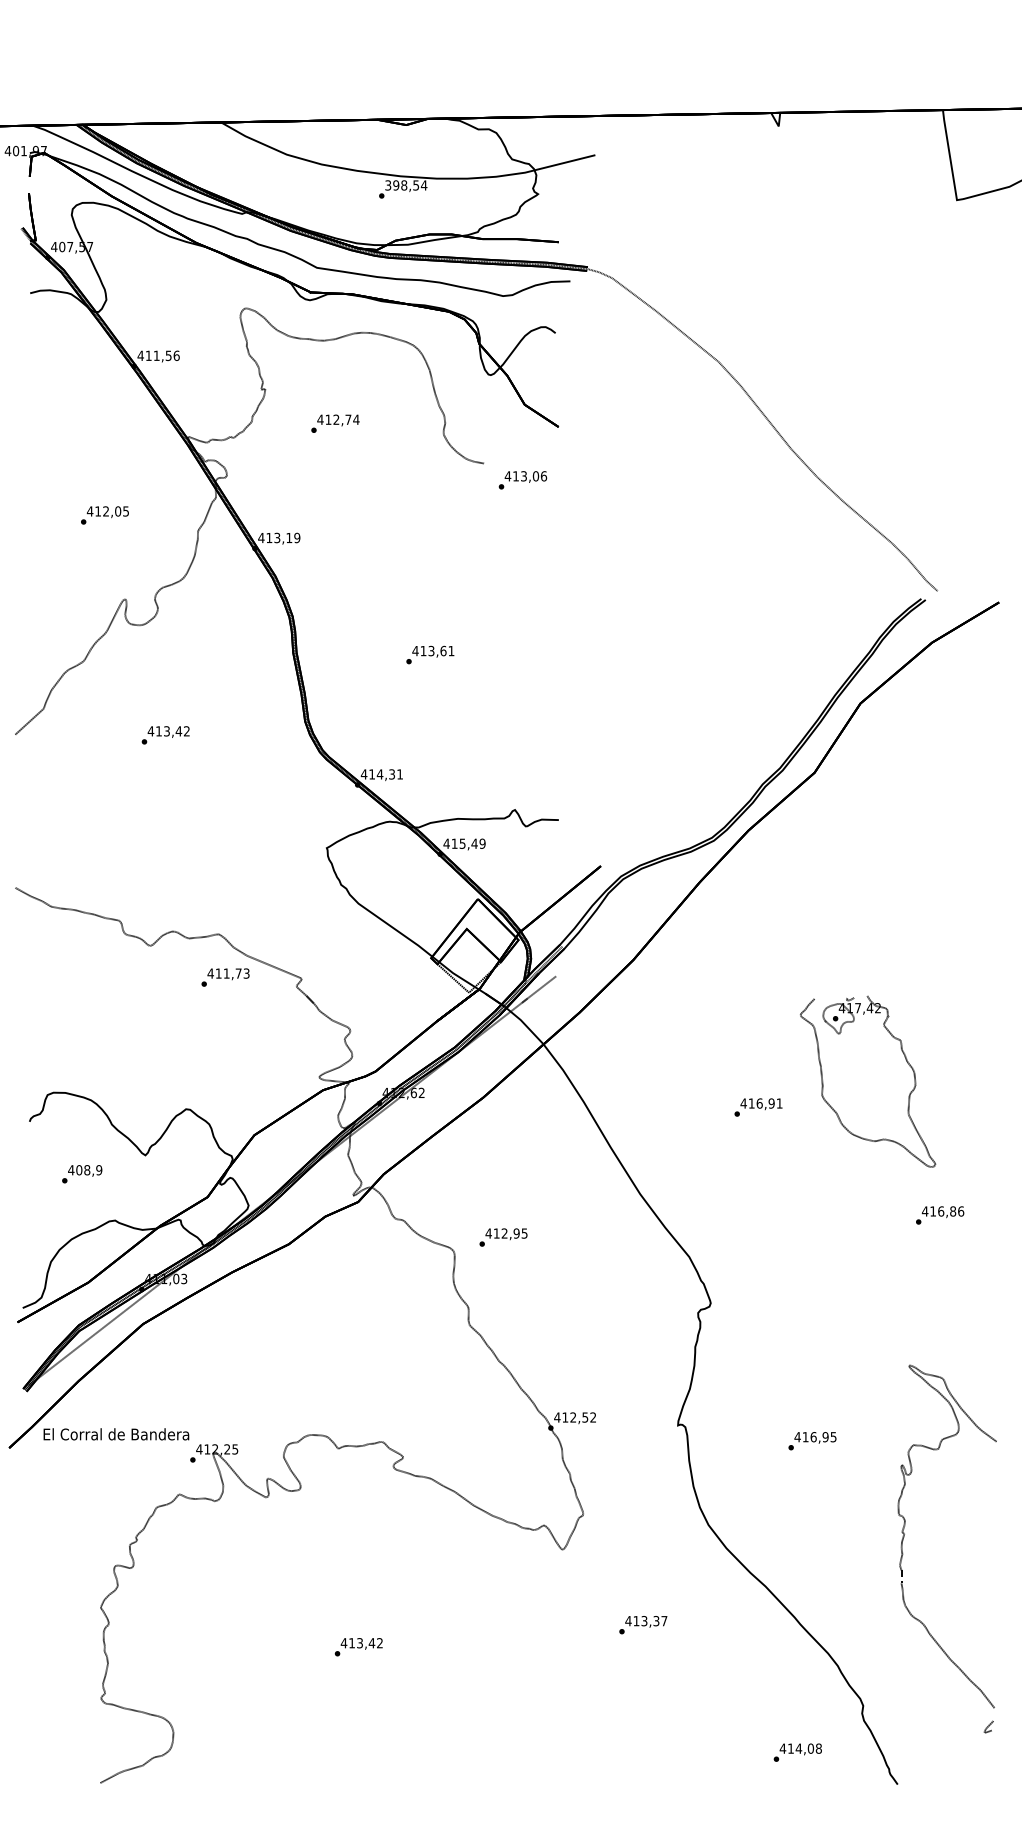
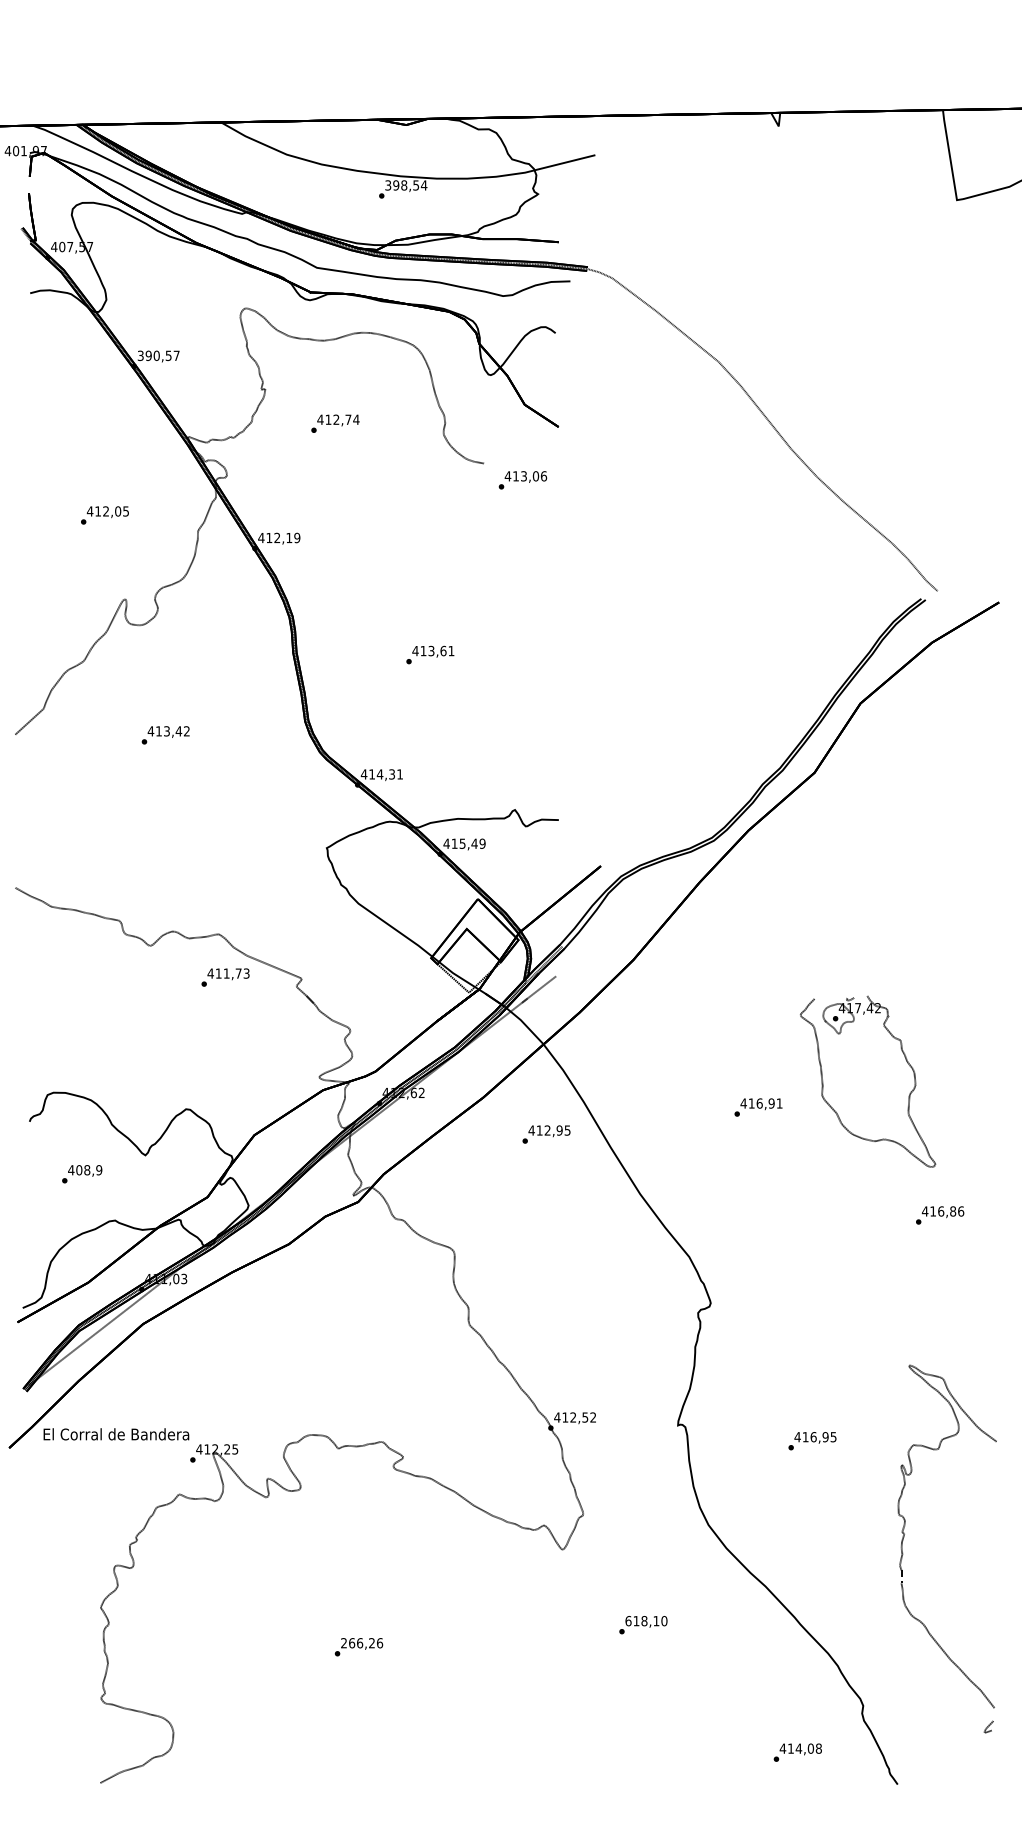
text at (158, 355): 411,56 -> 390,57
text at (277, 538): 413,19 -> 412,19
text at (503, 1237) position: (503, 1237) -> (546, 1134)
text at (646, 1621): 413,37 -> 618,10
text at (361, 1643): 413,42 -> 266,26
